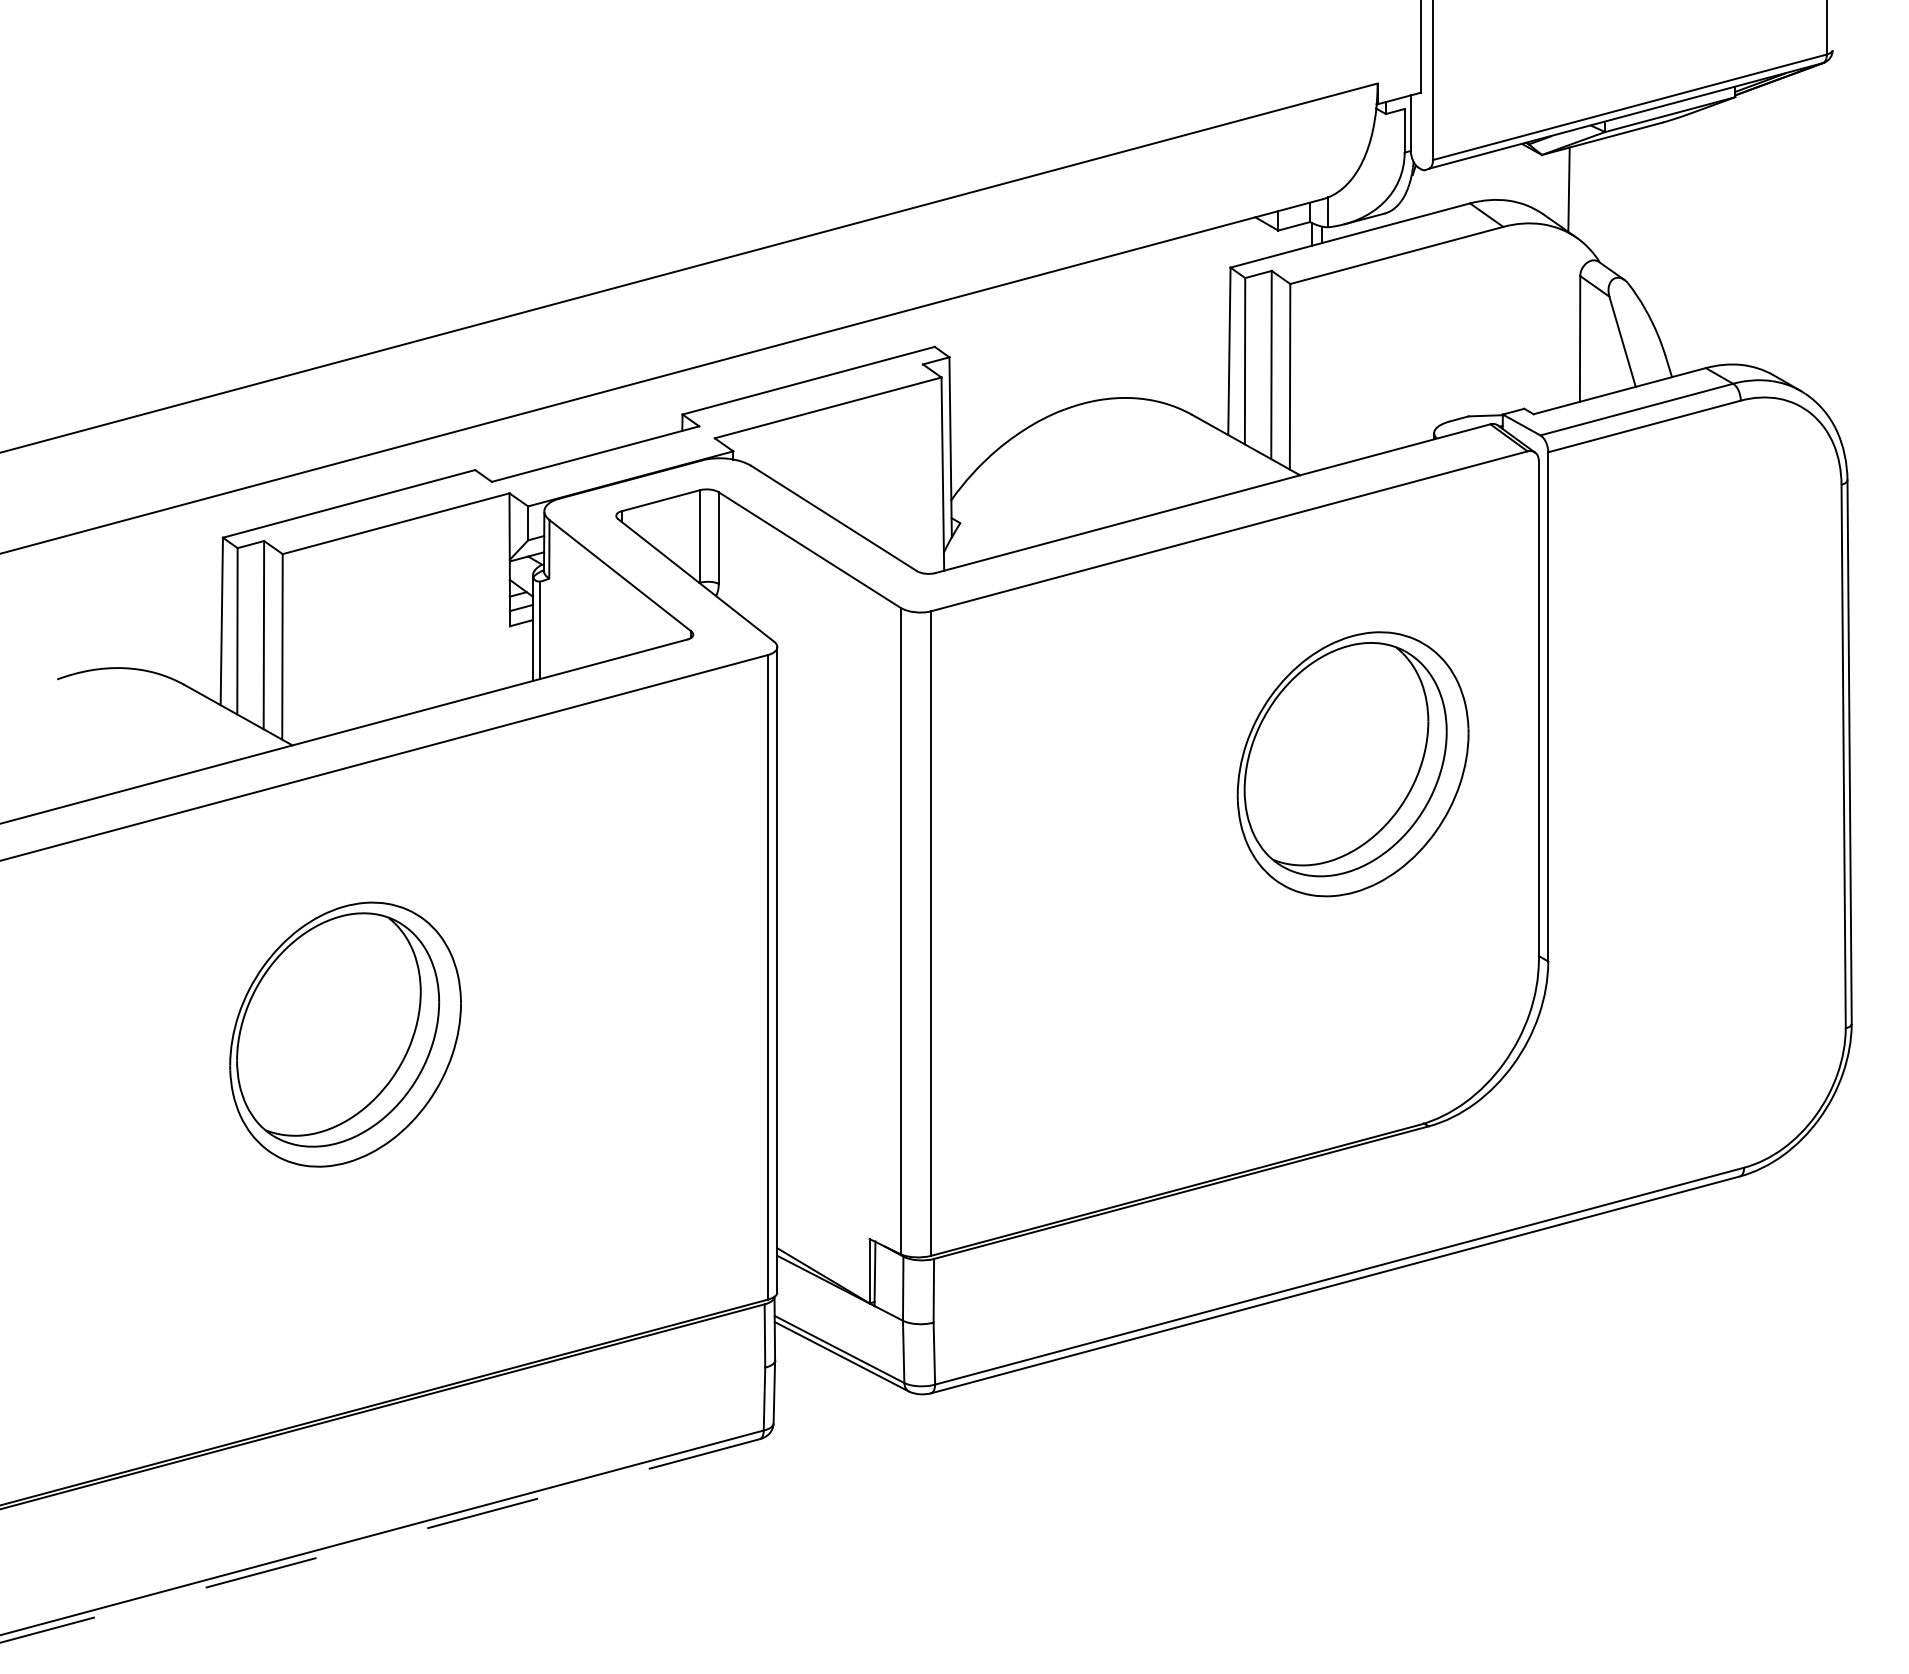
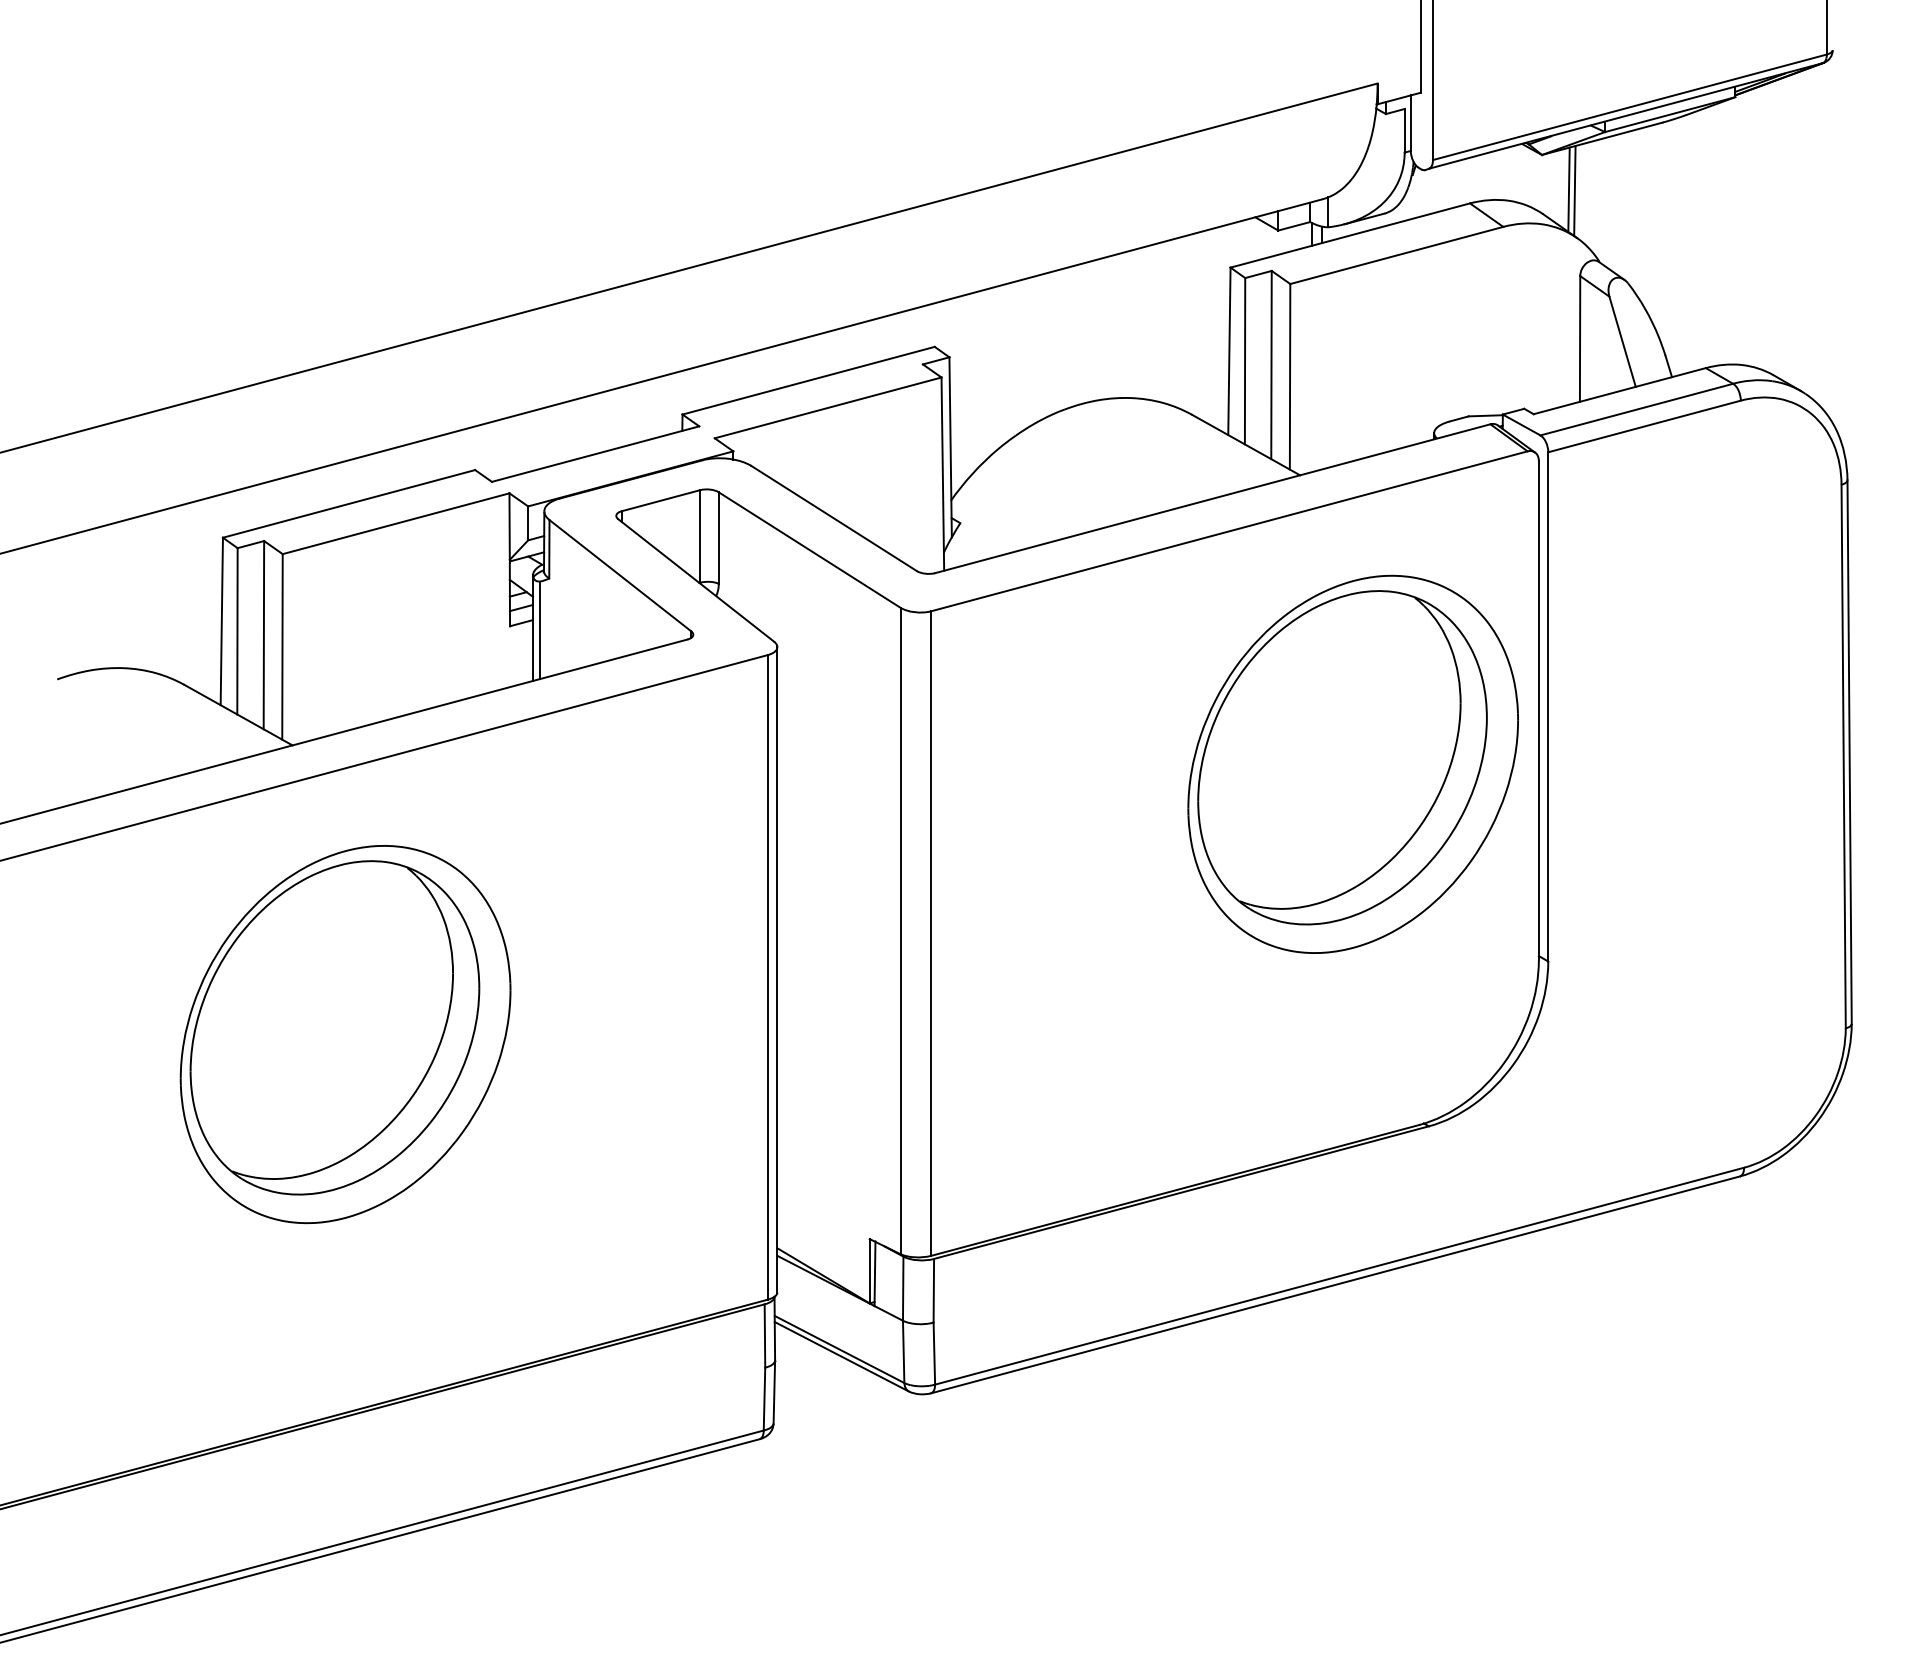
line at (1574, 190): none -> present
part at (1352, 764) size: 234x267 px -> 332x380 px
part at (345, 1034) size: 233x267 px -> 333x380 px
line at (380, 1540): dashed -> solid
